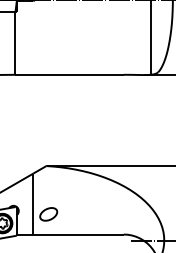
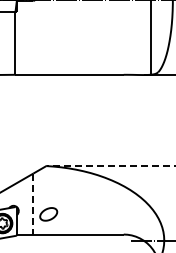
line at (110, 165): solid -> dashed
line at (33, 204): solid -> dashed
